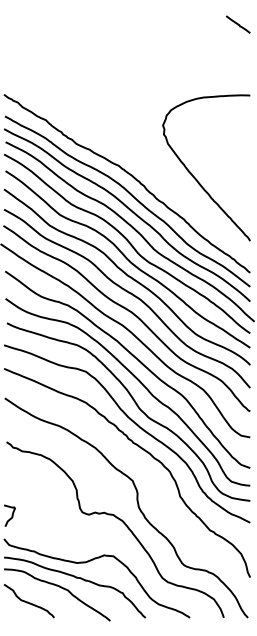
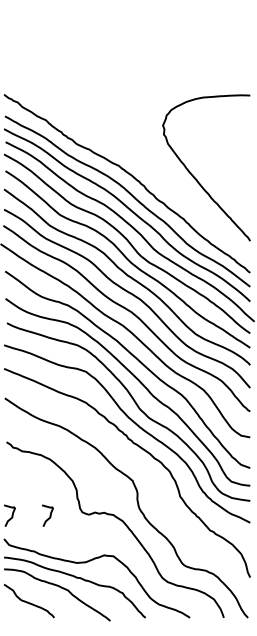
line at (238, 24): present -> none
curve at (49, 515): none -> present
